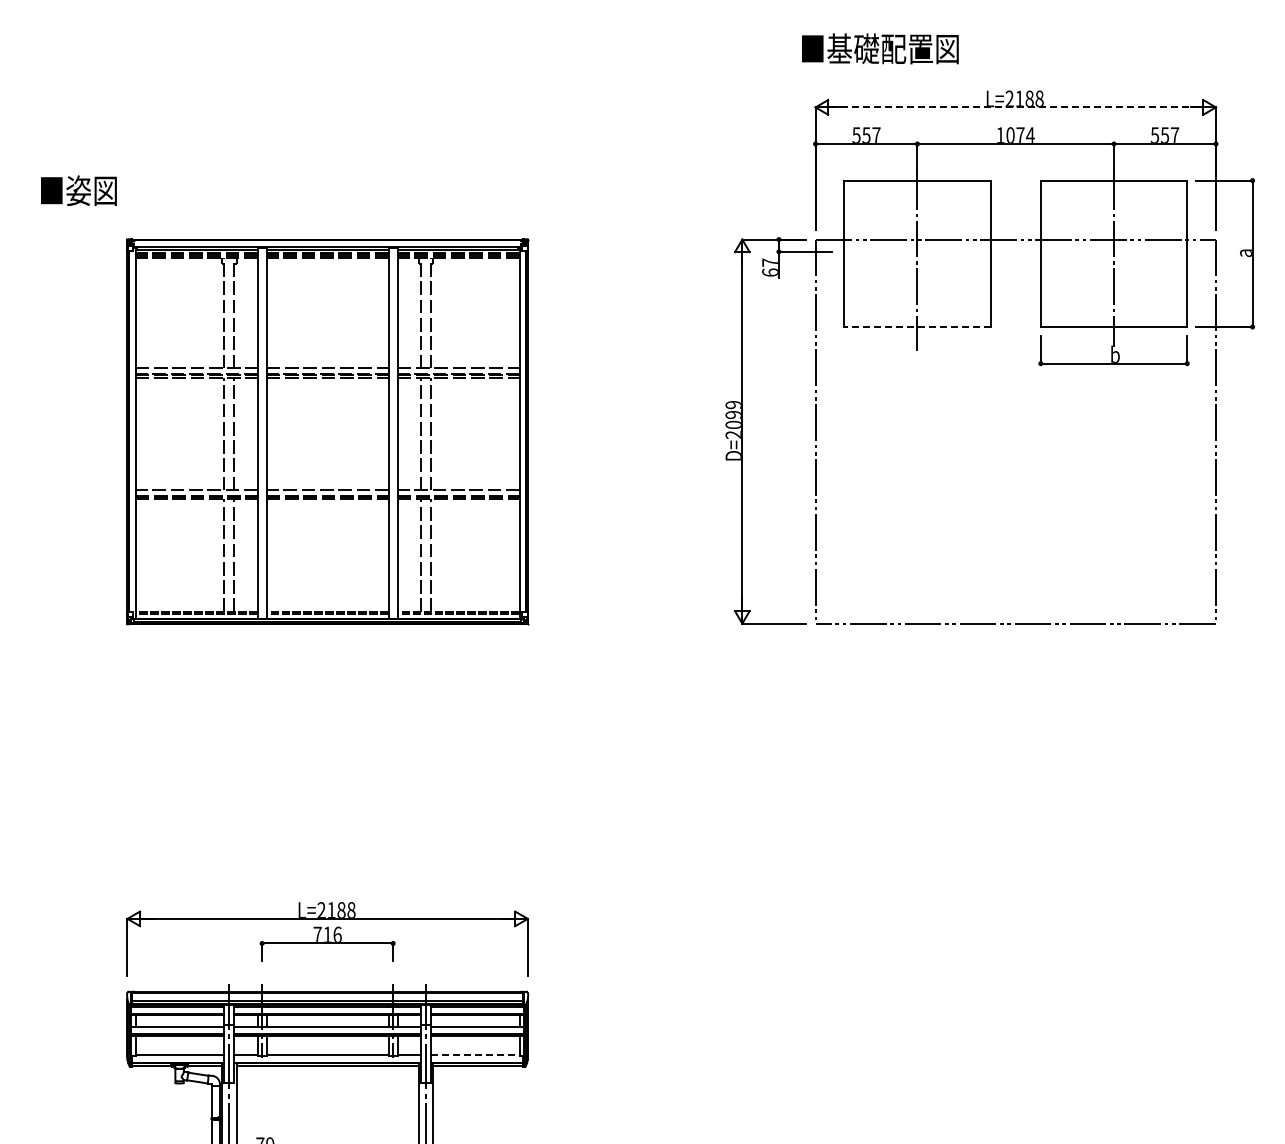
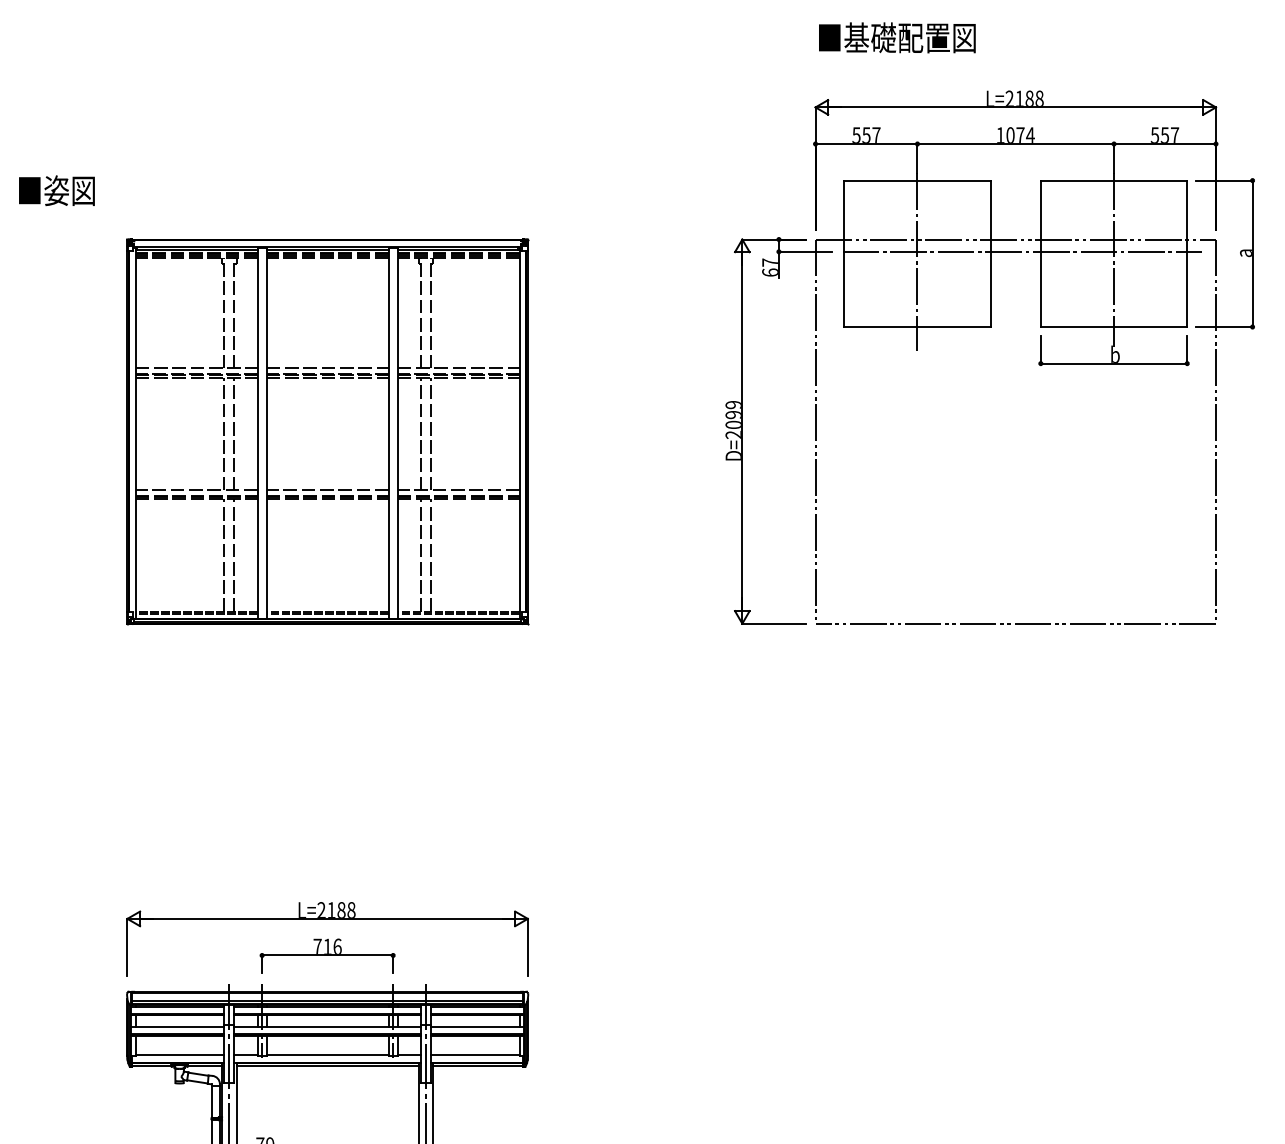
text at (880, 48) position: (880, 48) -> (897, 37)
line at (1015, 107): dashed -> solid
text at (78, 190) position: (78, 190) -> (56, 190)
line at (1022, 251): none -> present
line at (916, 327): dashed -> solid
part at (327, 943) position: (327, 943) -> (327, 955)
line at (475, 1054): dashed -> solid
